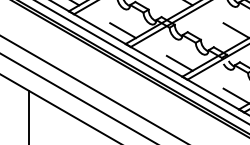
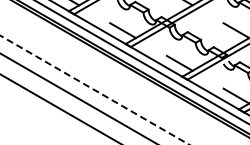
line at (95, 90): solid -> dashed
line at (29, 115): present -> none
